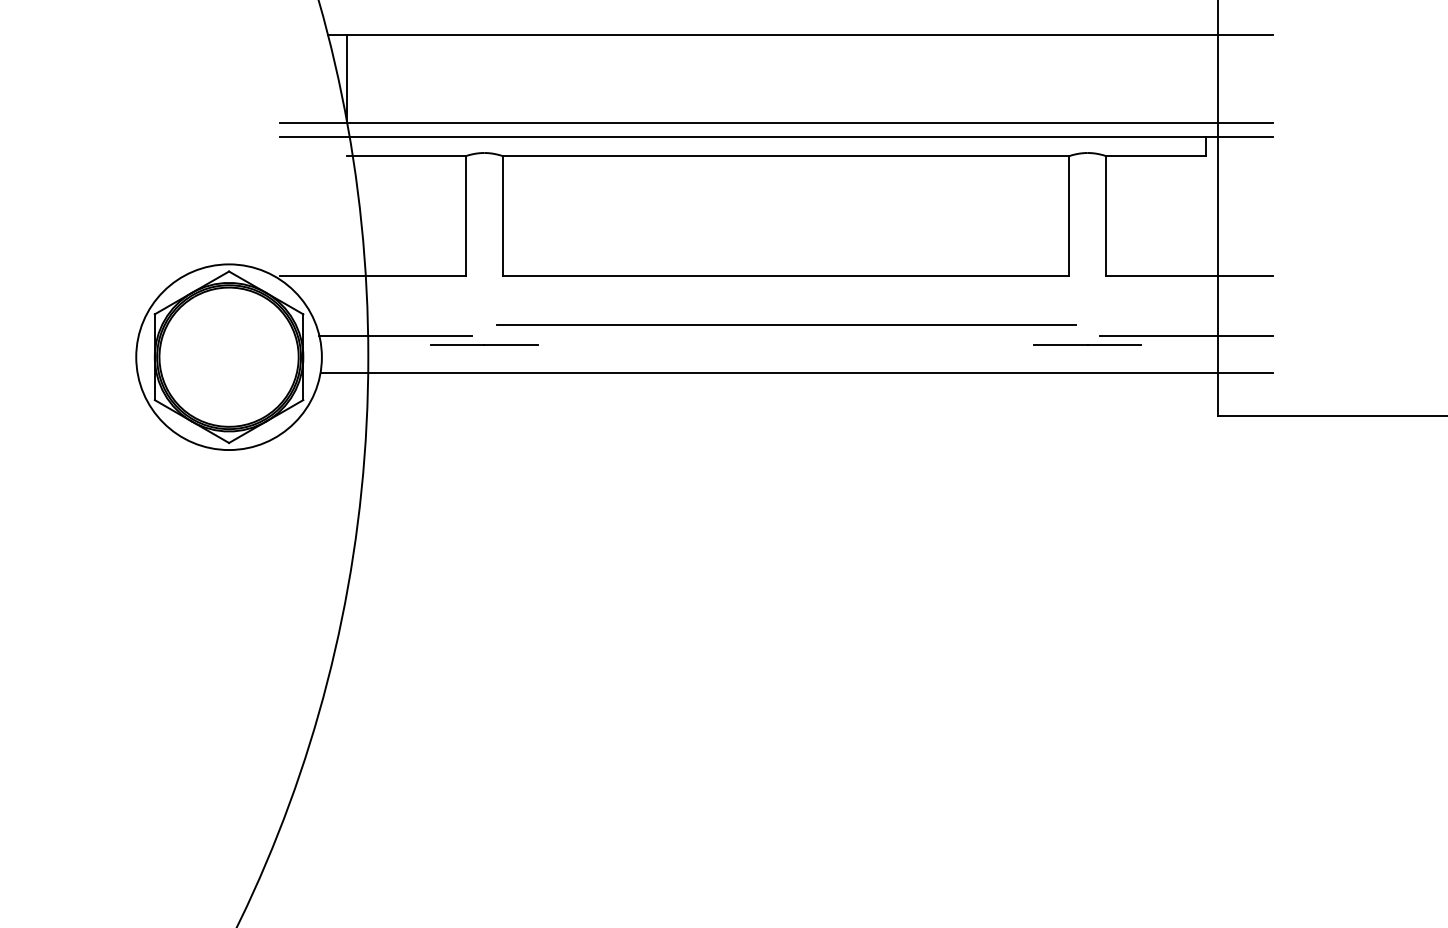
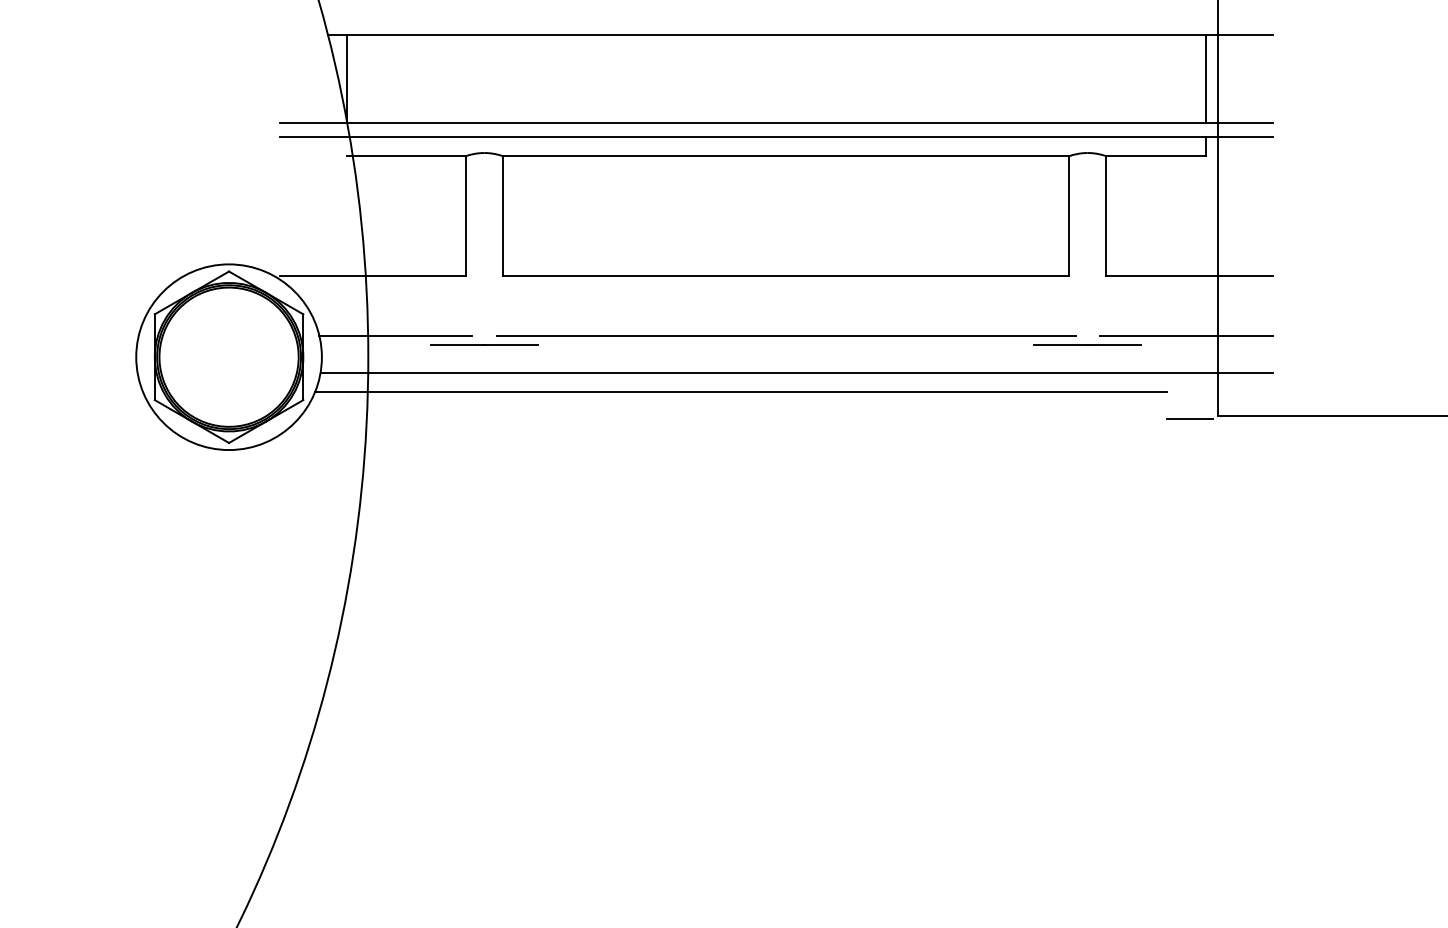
line at (1206, 78): none -> present
line at (786, 324) position: (786, 324) -> (786, 335)
line at (740, 391): none -> present
line at (1189, 419): none -> present
